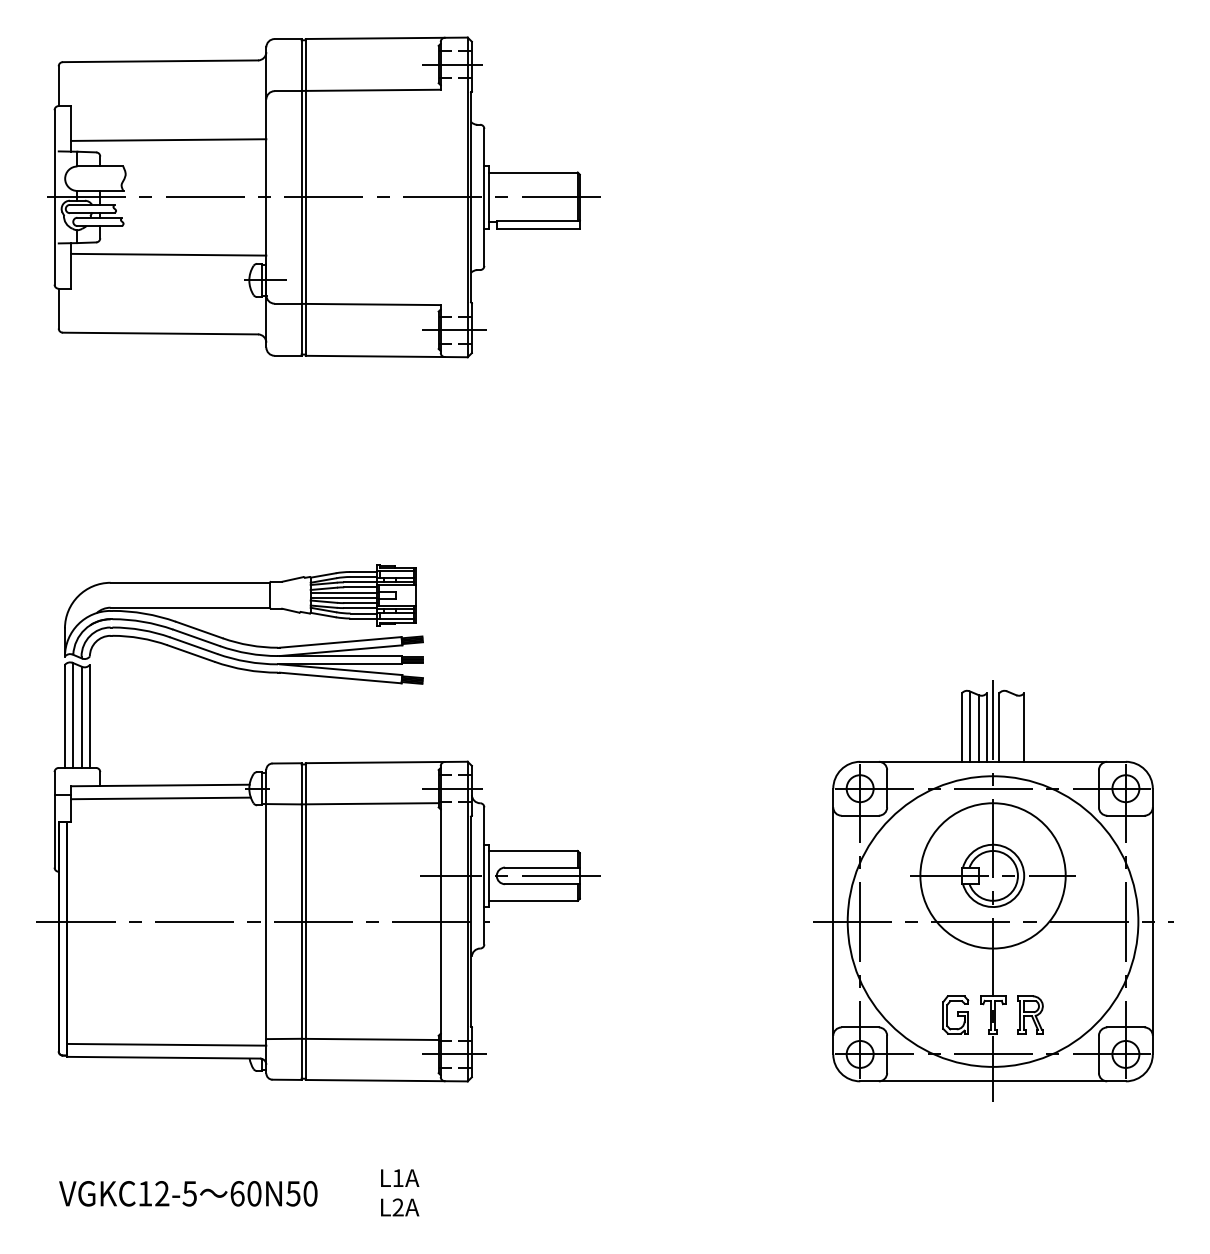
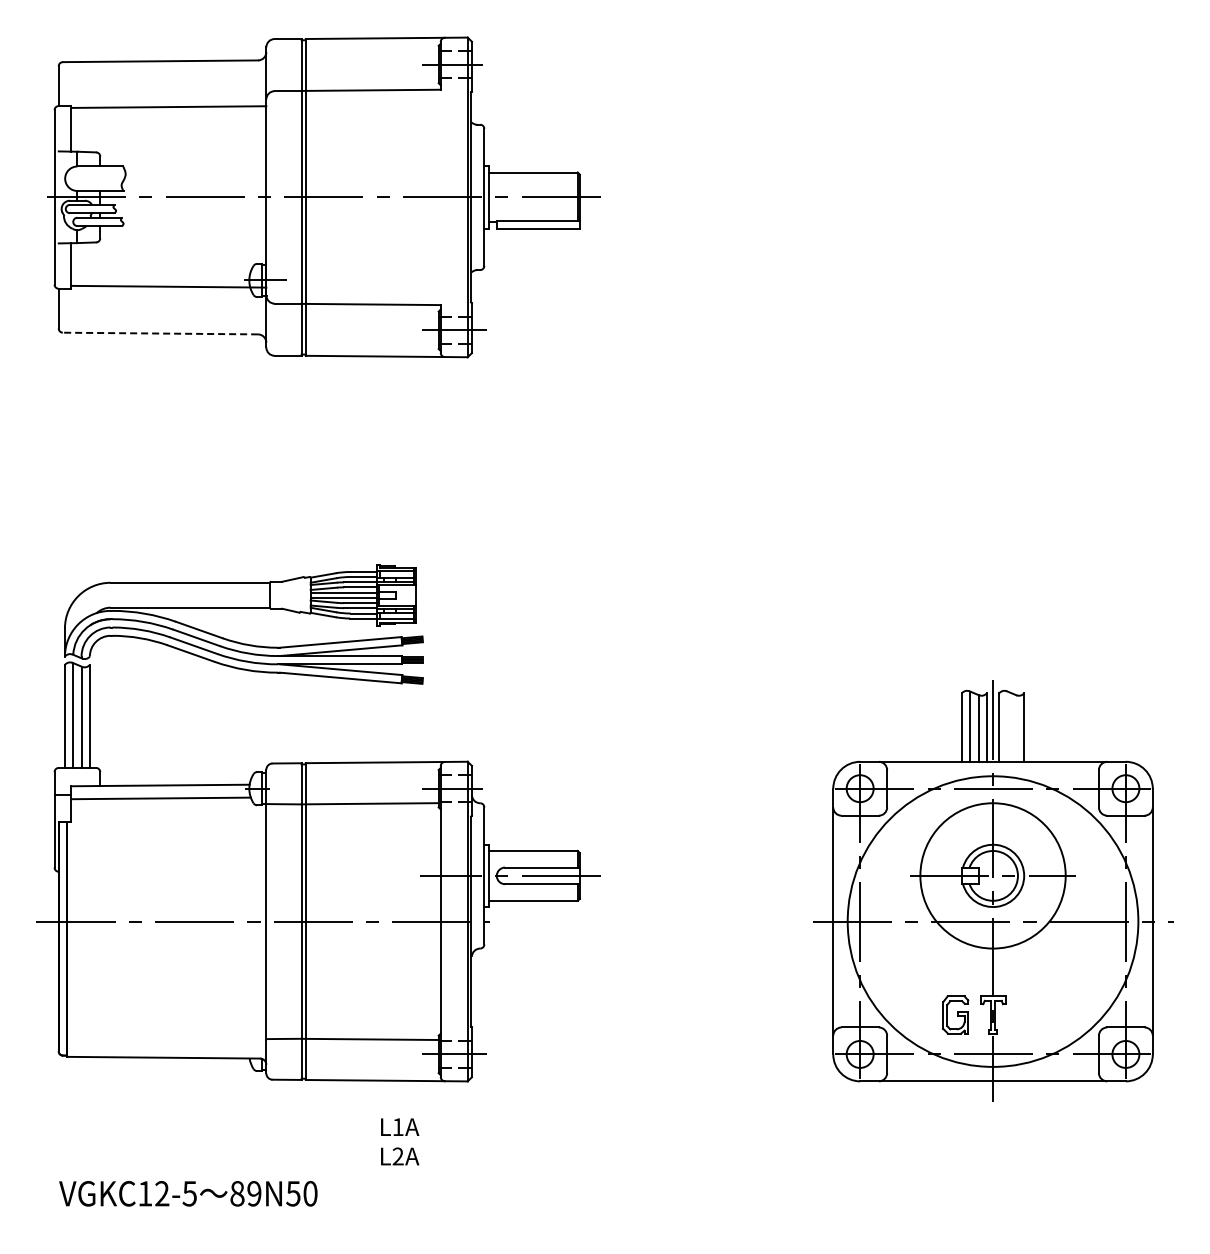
line at (168, 139) position: (168, 139) -> (168, 106)
line at (168, 254) position: (168, 254) -> (168, 286)
line at (160, 333): solid -> dashed
part at (1030, 1014): present -> none
line at (166, 1044): present -> none
text at (400, 1192) position: (400, 1192) -> (400, 1141)
text at (245, 1193): 60N50 -> 89N50
